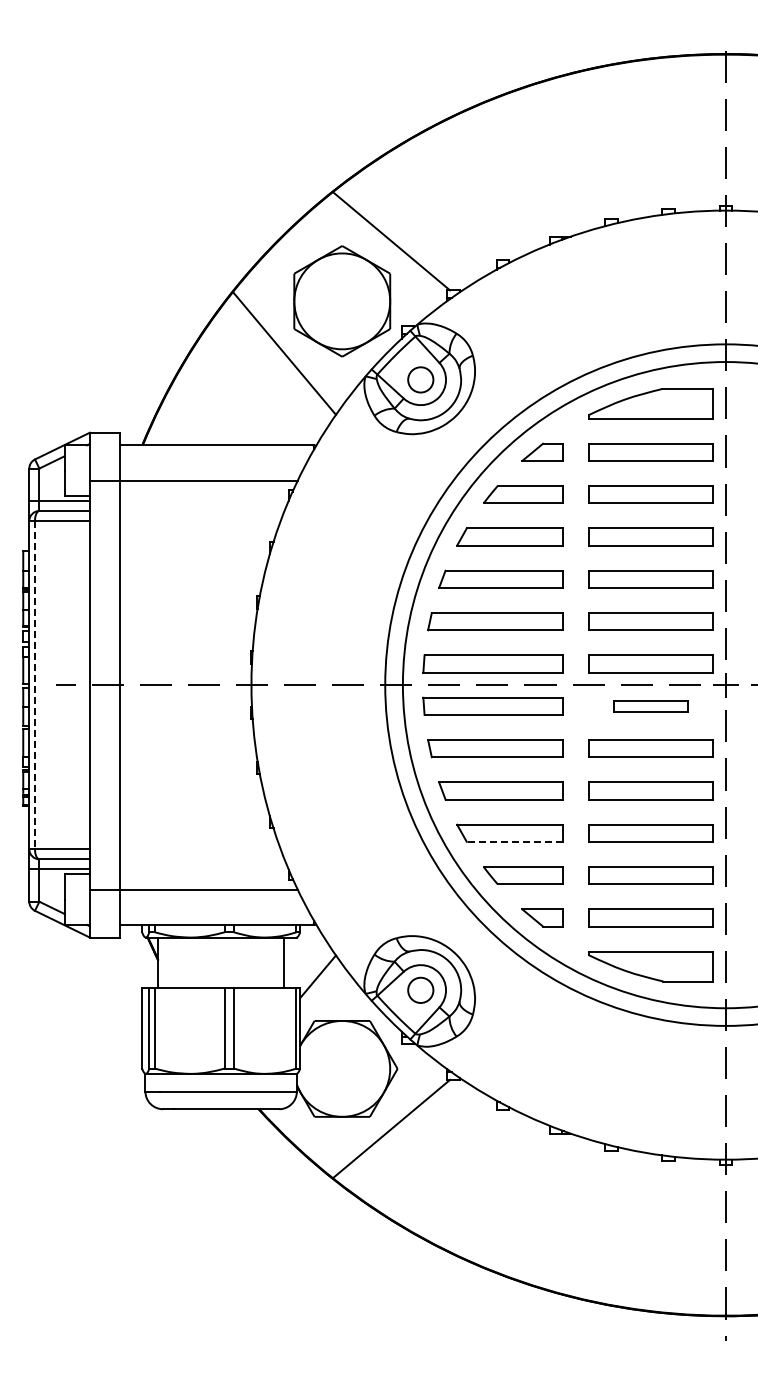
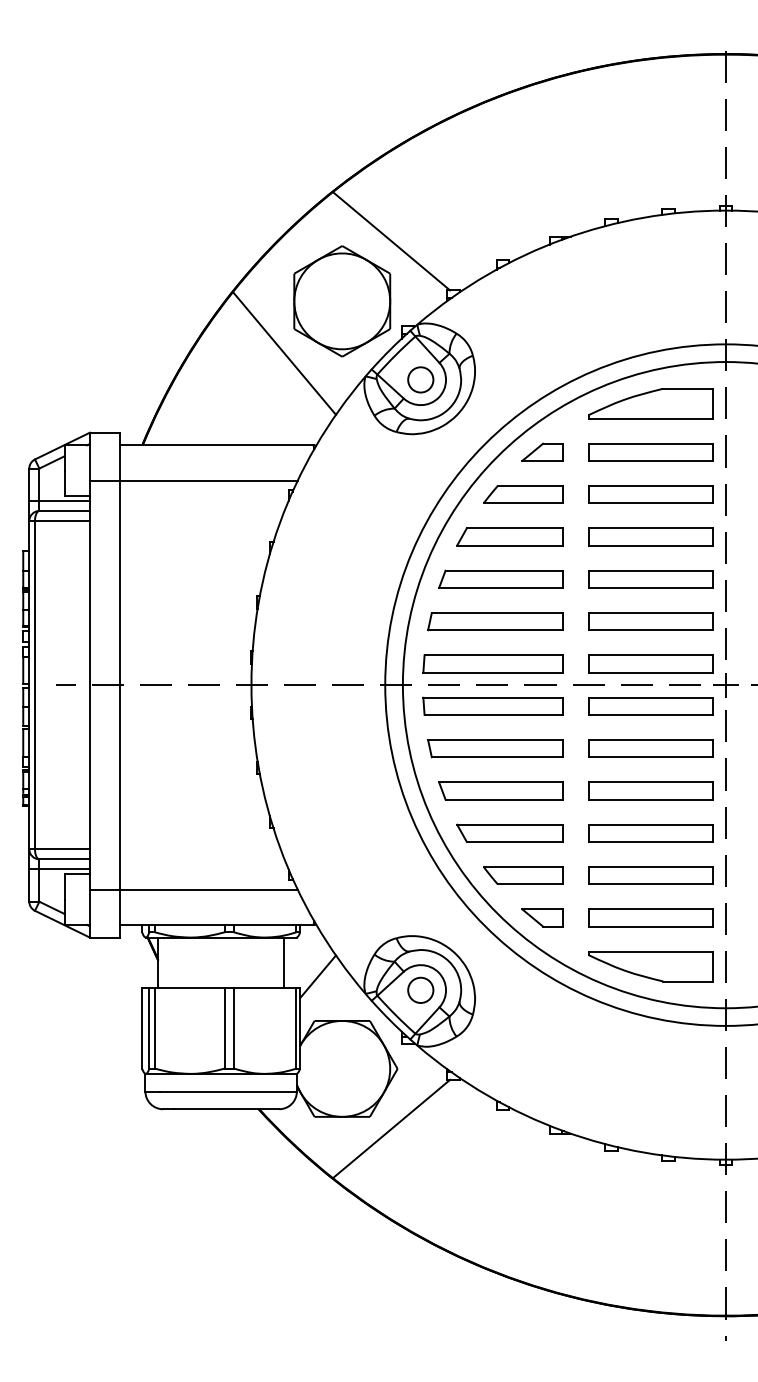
line at (34, 685): dashed -> solid
part at (650, 706) size: 76x13 px -> 126x19 px
line at (514, 841): dashed -> solid
